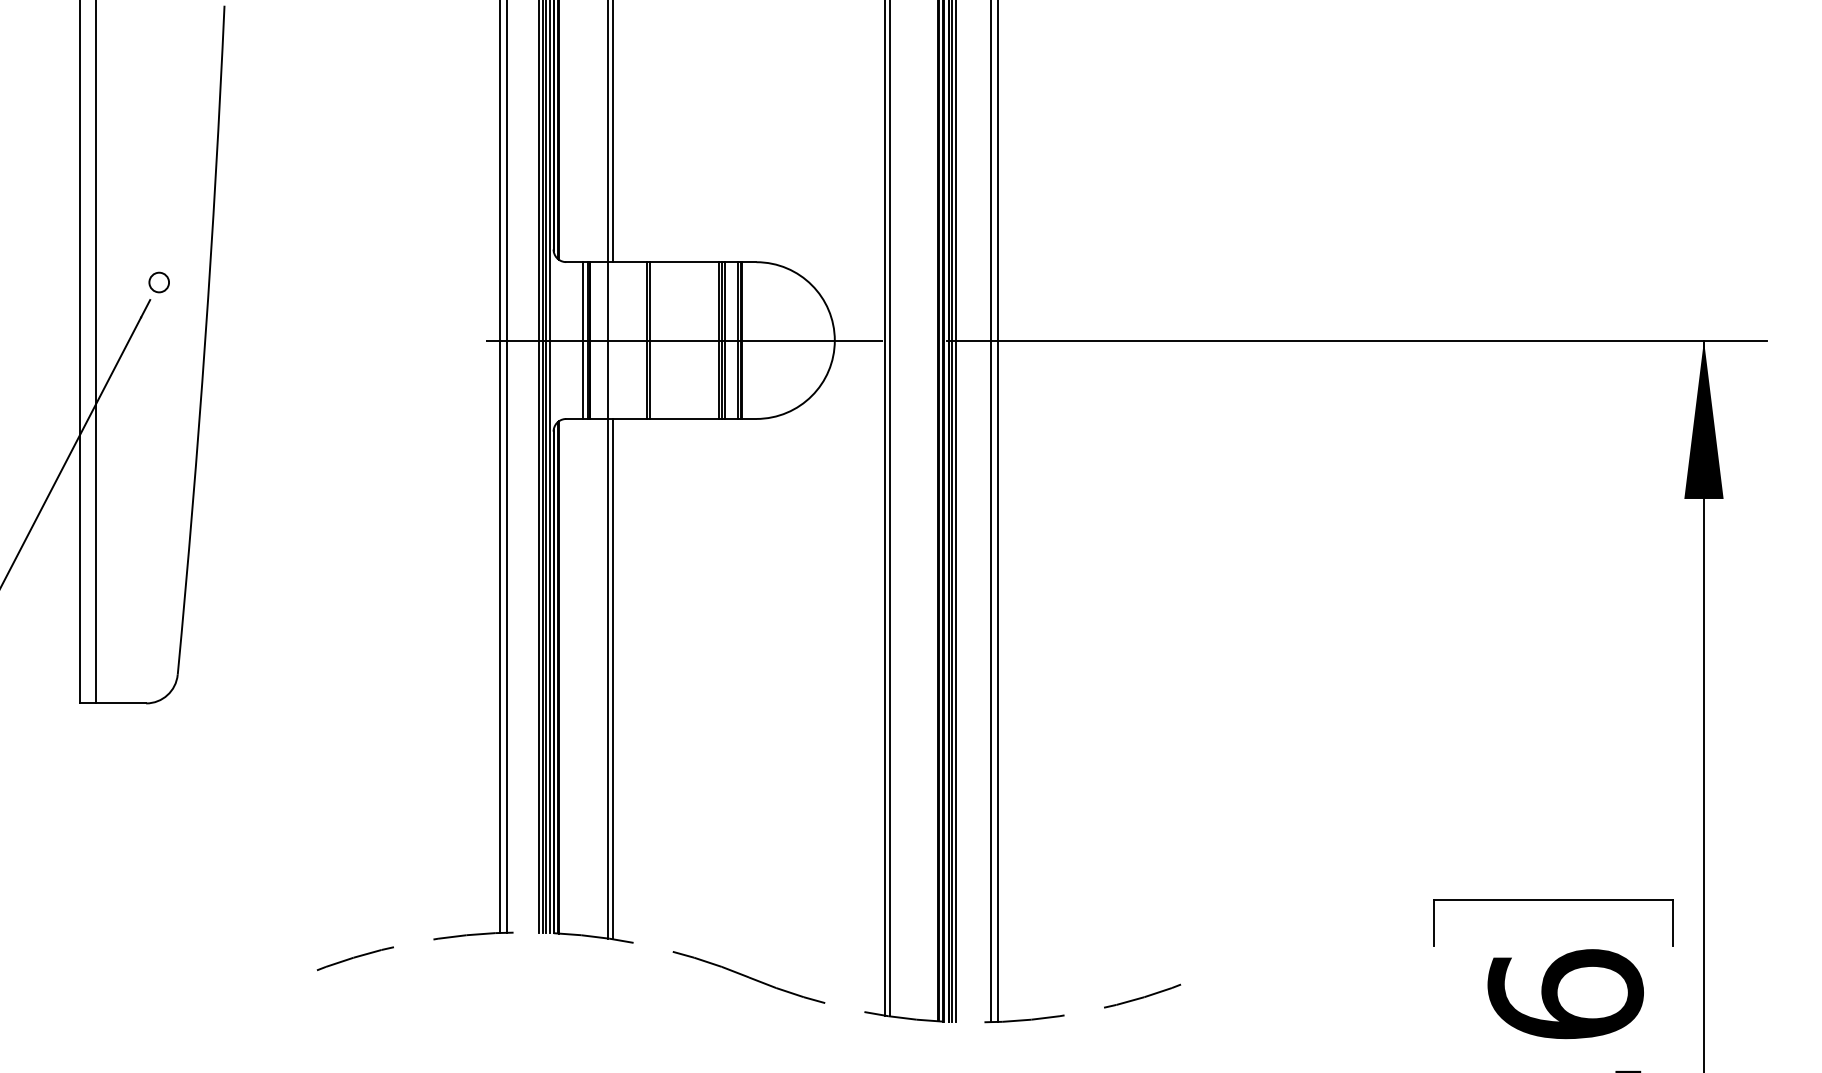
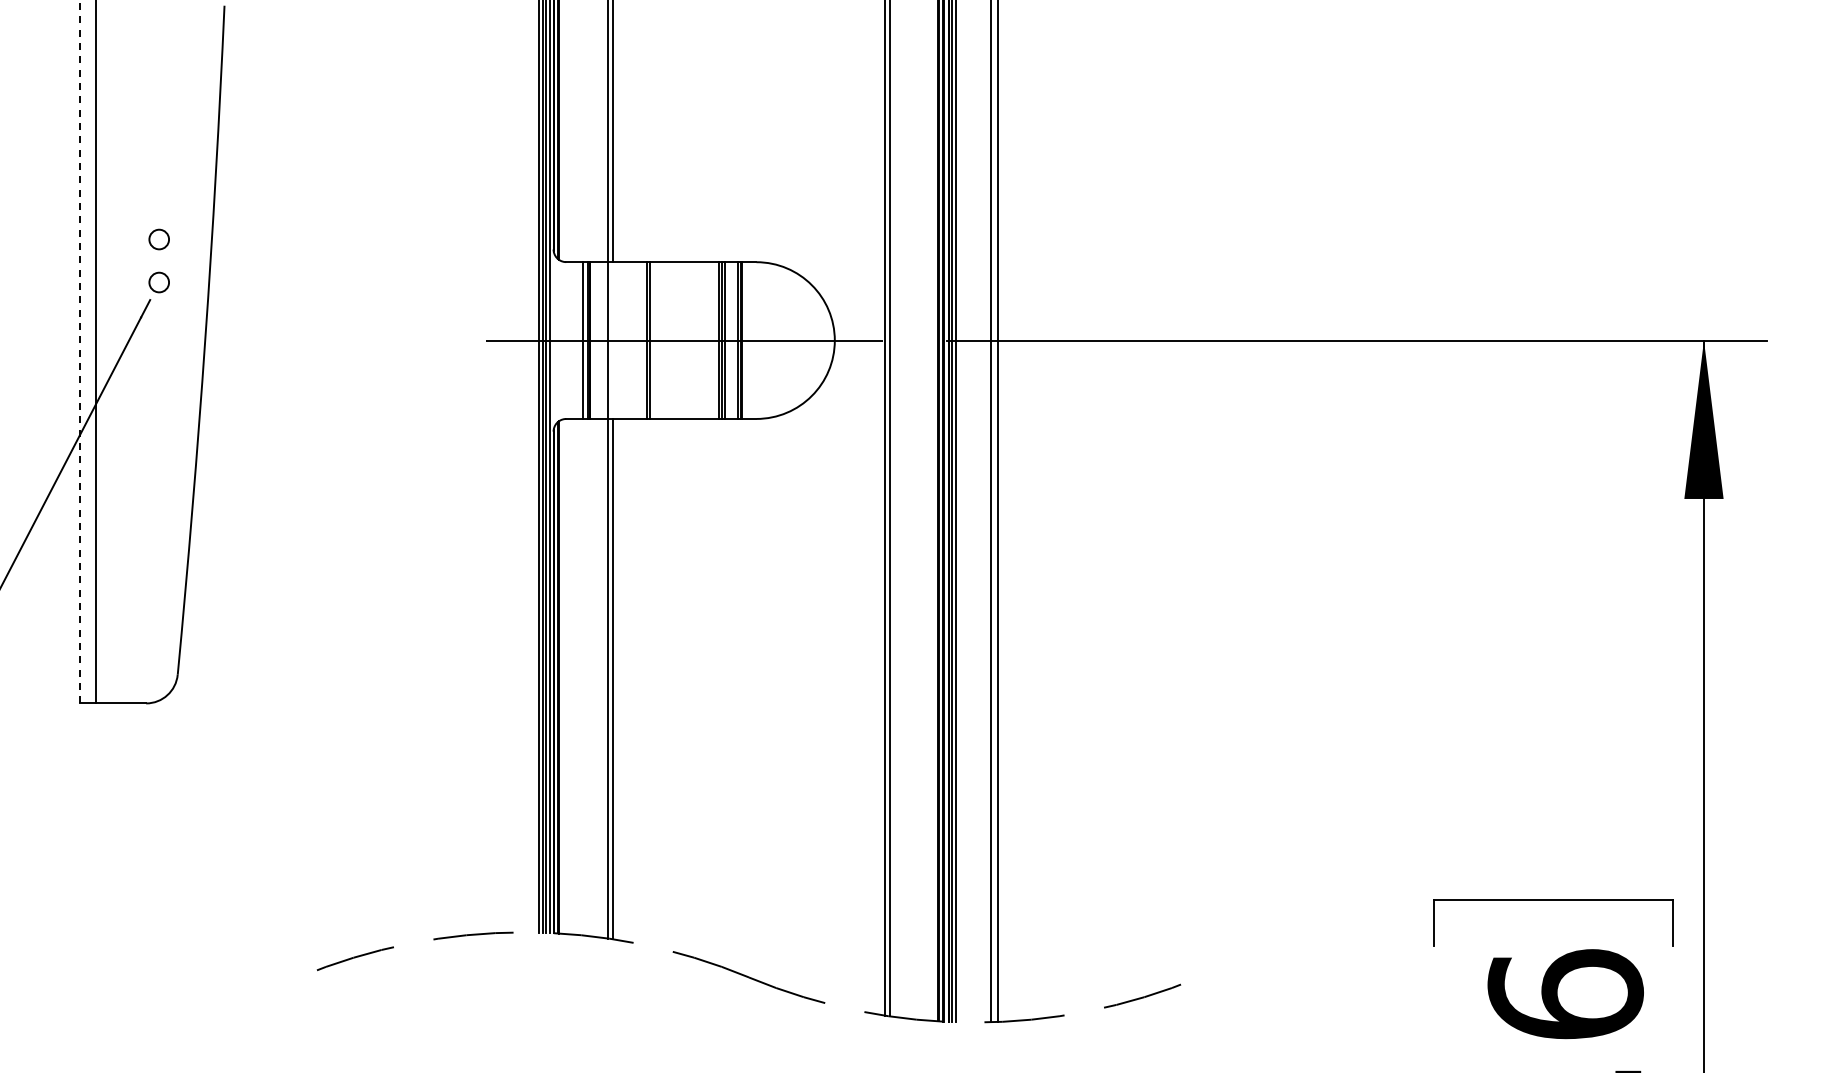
circle at (158, 239): none -> present
line at (79, 351): solid -> dashed
line at (500, 467): present -> none
line at (507, 467): present -> none
